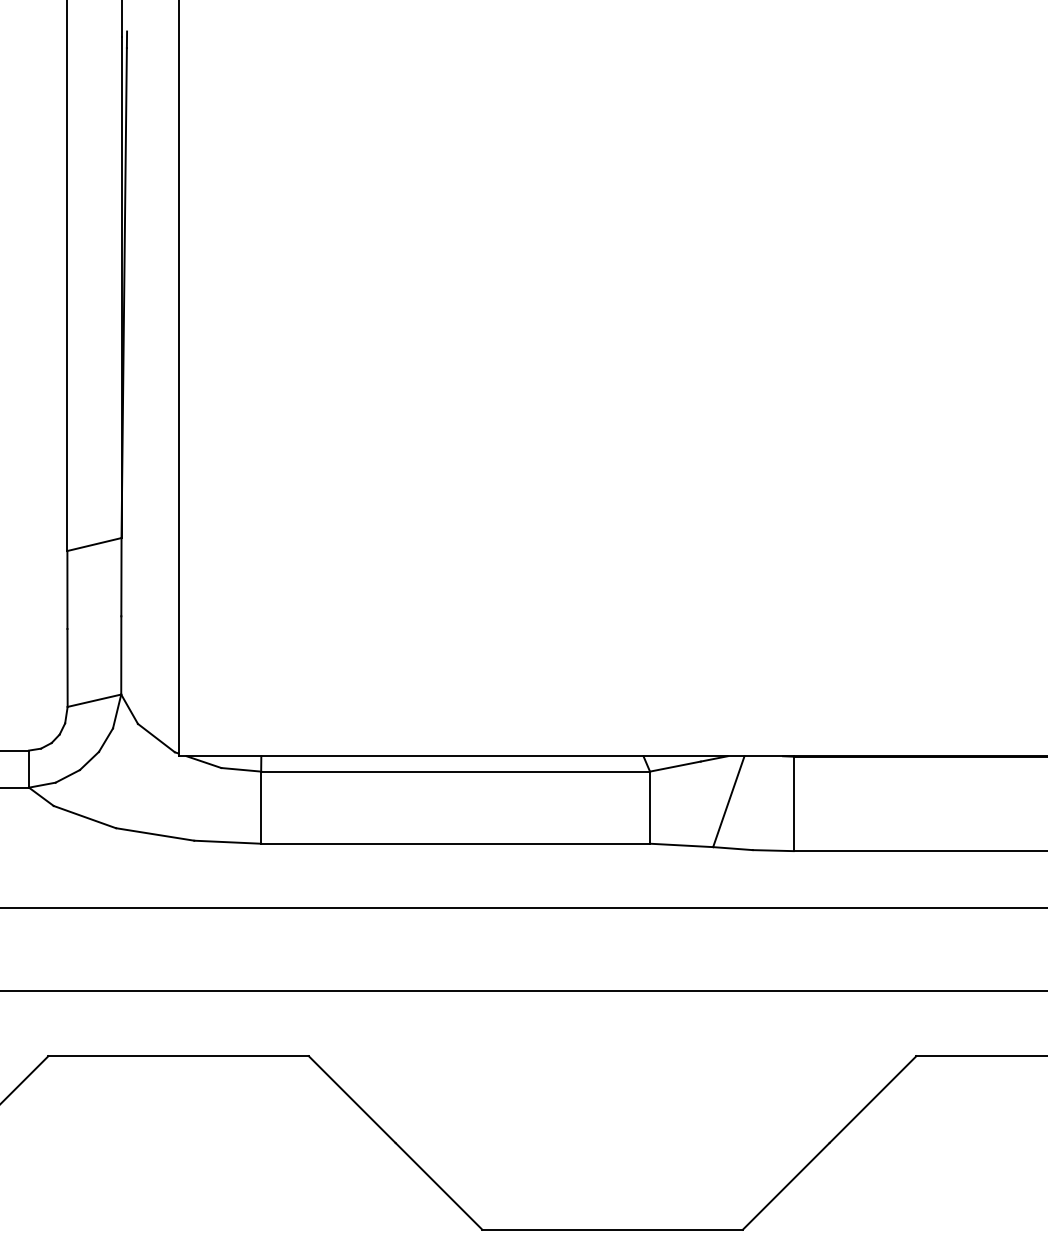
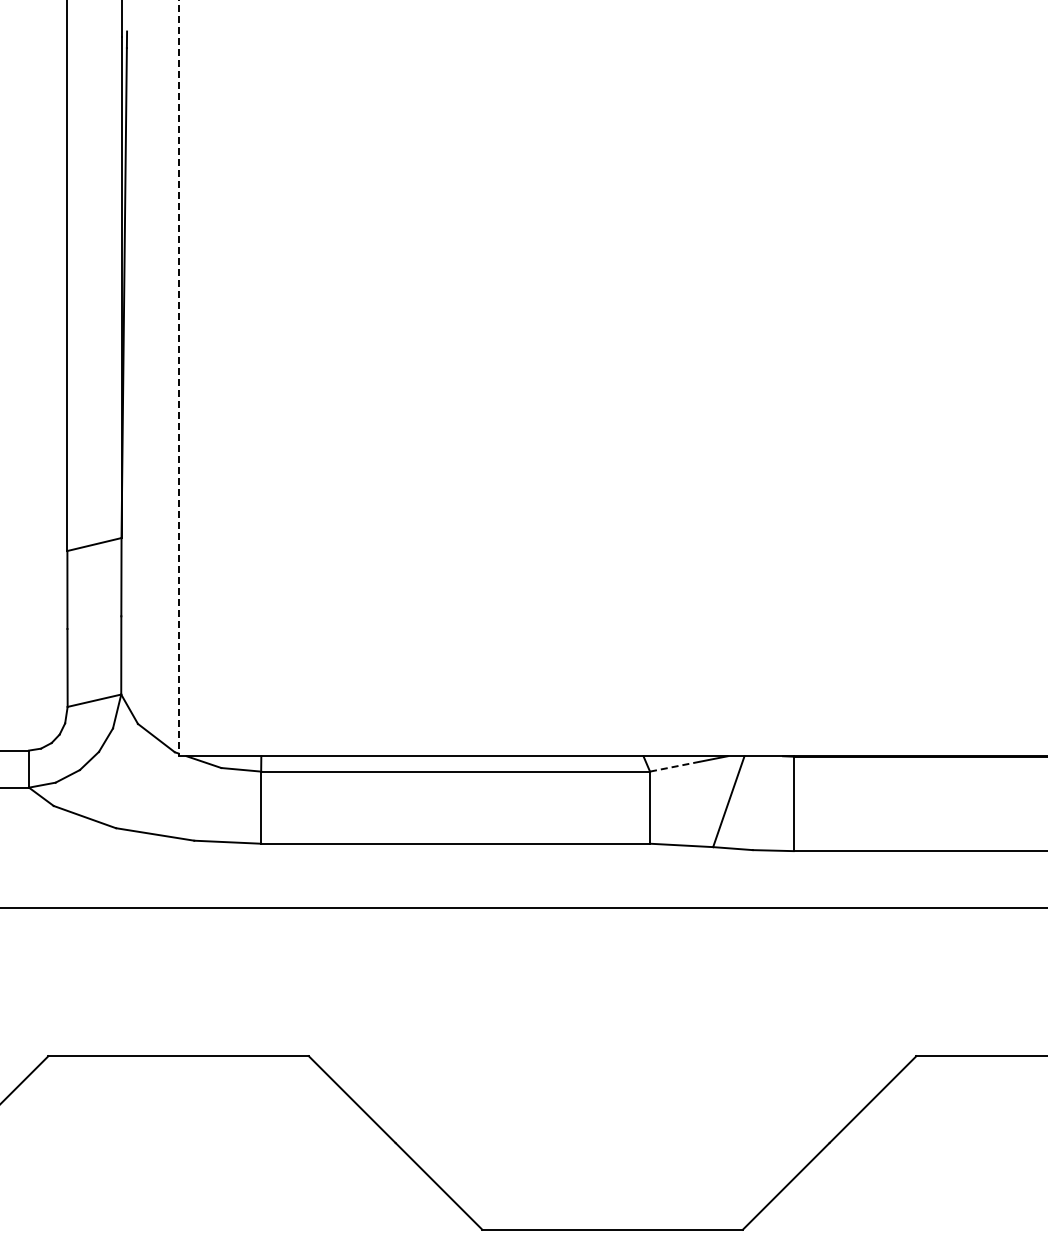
line at (178, 378): solid -> dashed
line at (675, 766): solid -> dashed
line at (523, 990): present -> none
